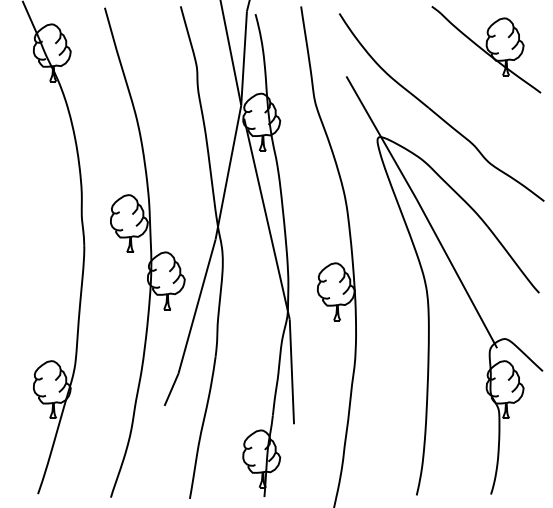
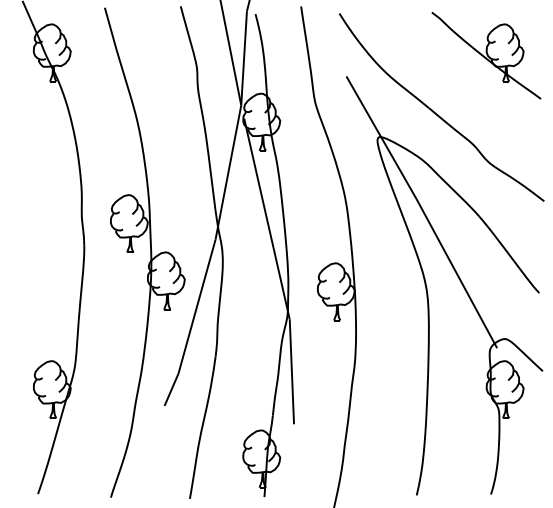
part at (486, 49) position: (486, 49) -> (486, 55)
